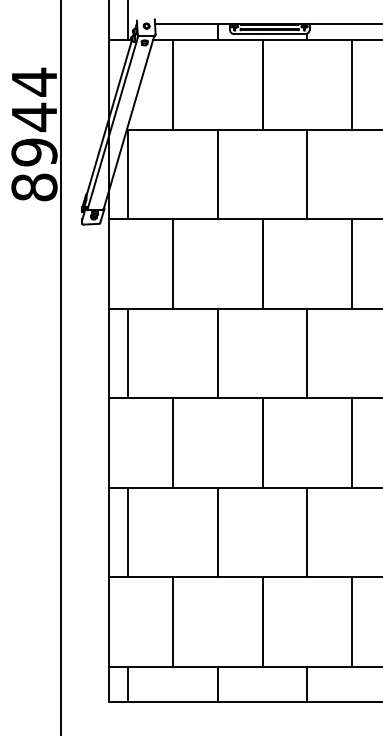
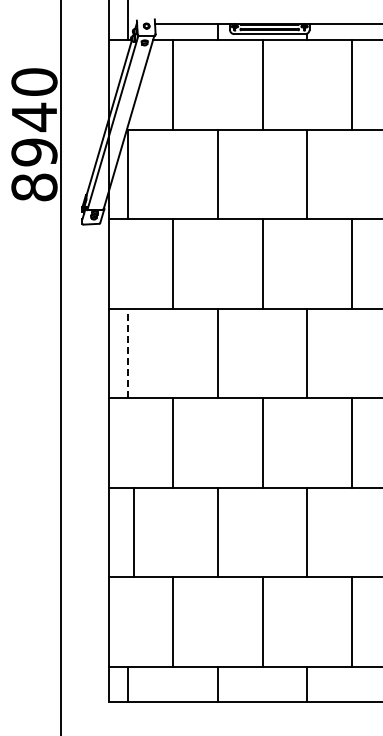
text at (34, 81): 8944 -> 8940
line at (128, 353): solid -> dashed
line at (128, 532) position: (128, 532) -> (134, 532)
